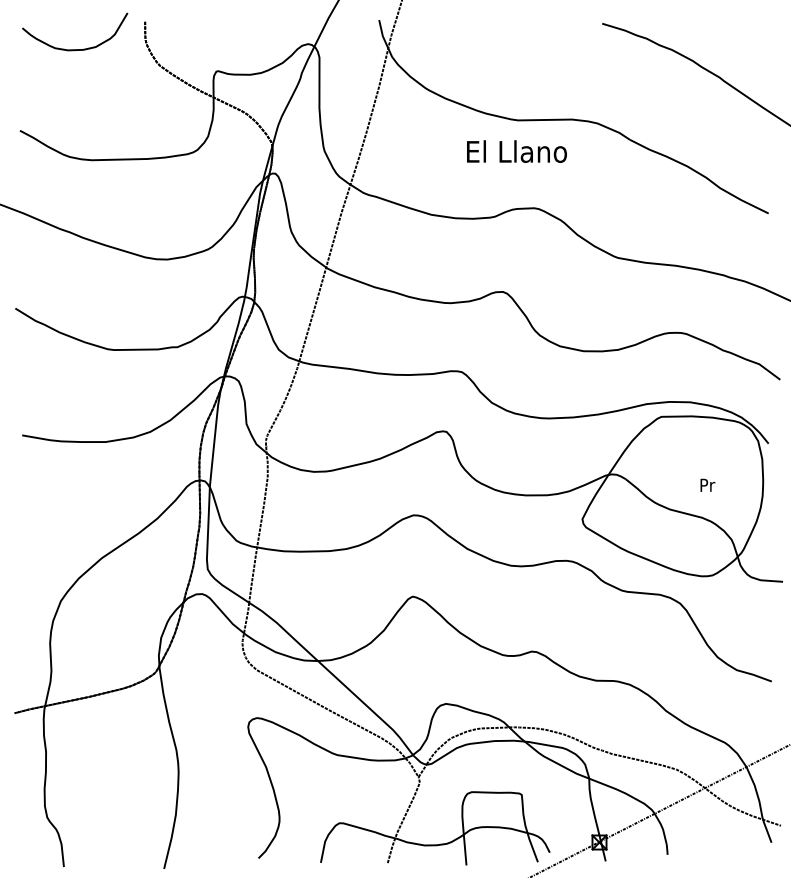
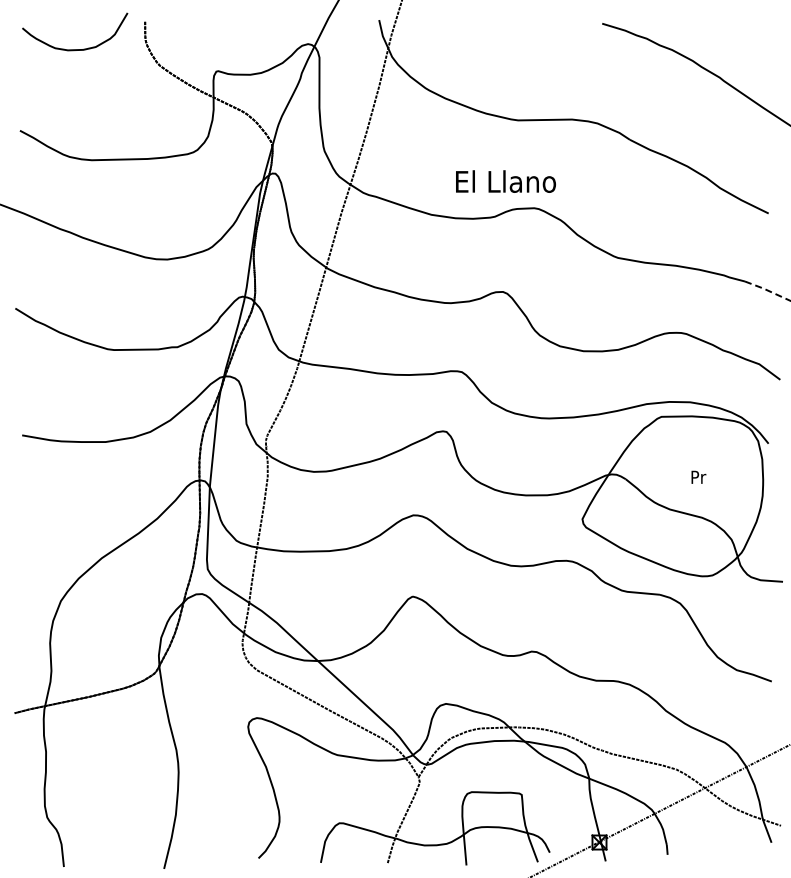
text at (516, 151) position: (516, 151) -> (505, 181)
line at (767, 290): solid -> dashed
text at (707, 484) position: (707, 484) -> (698, 476)
